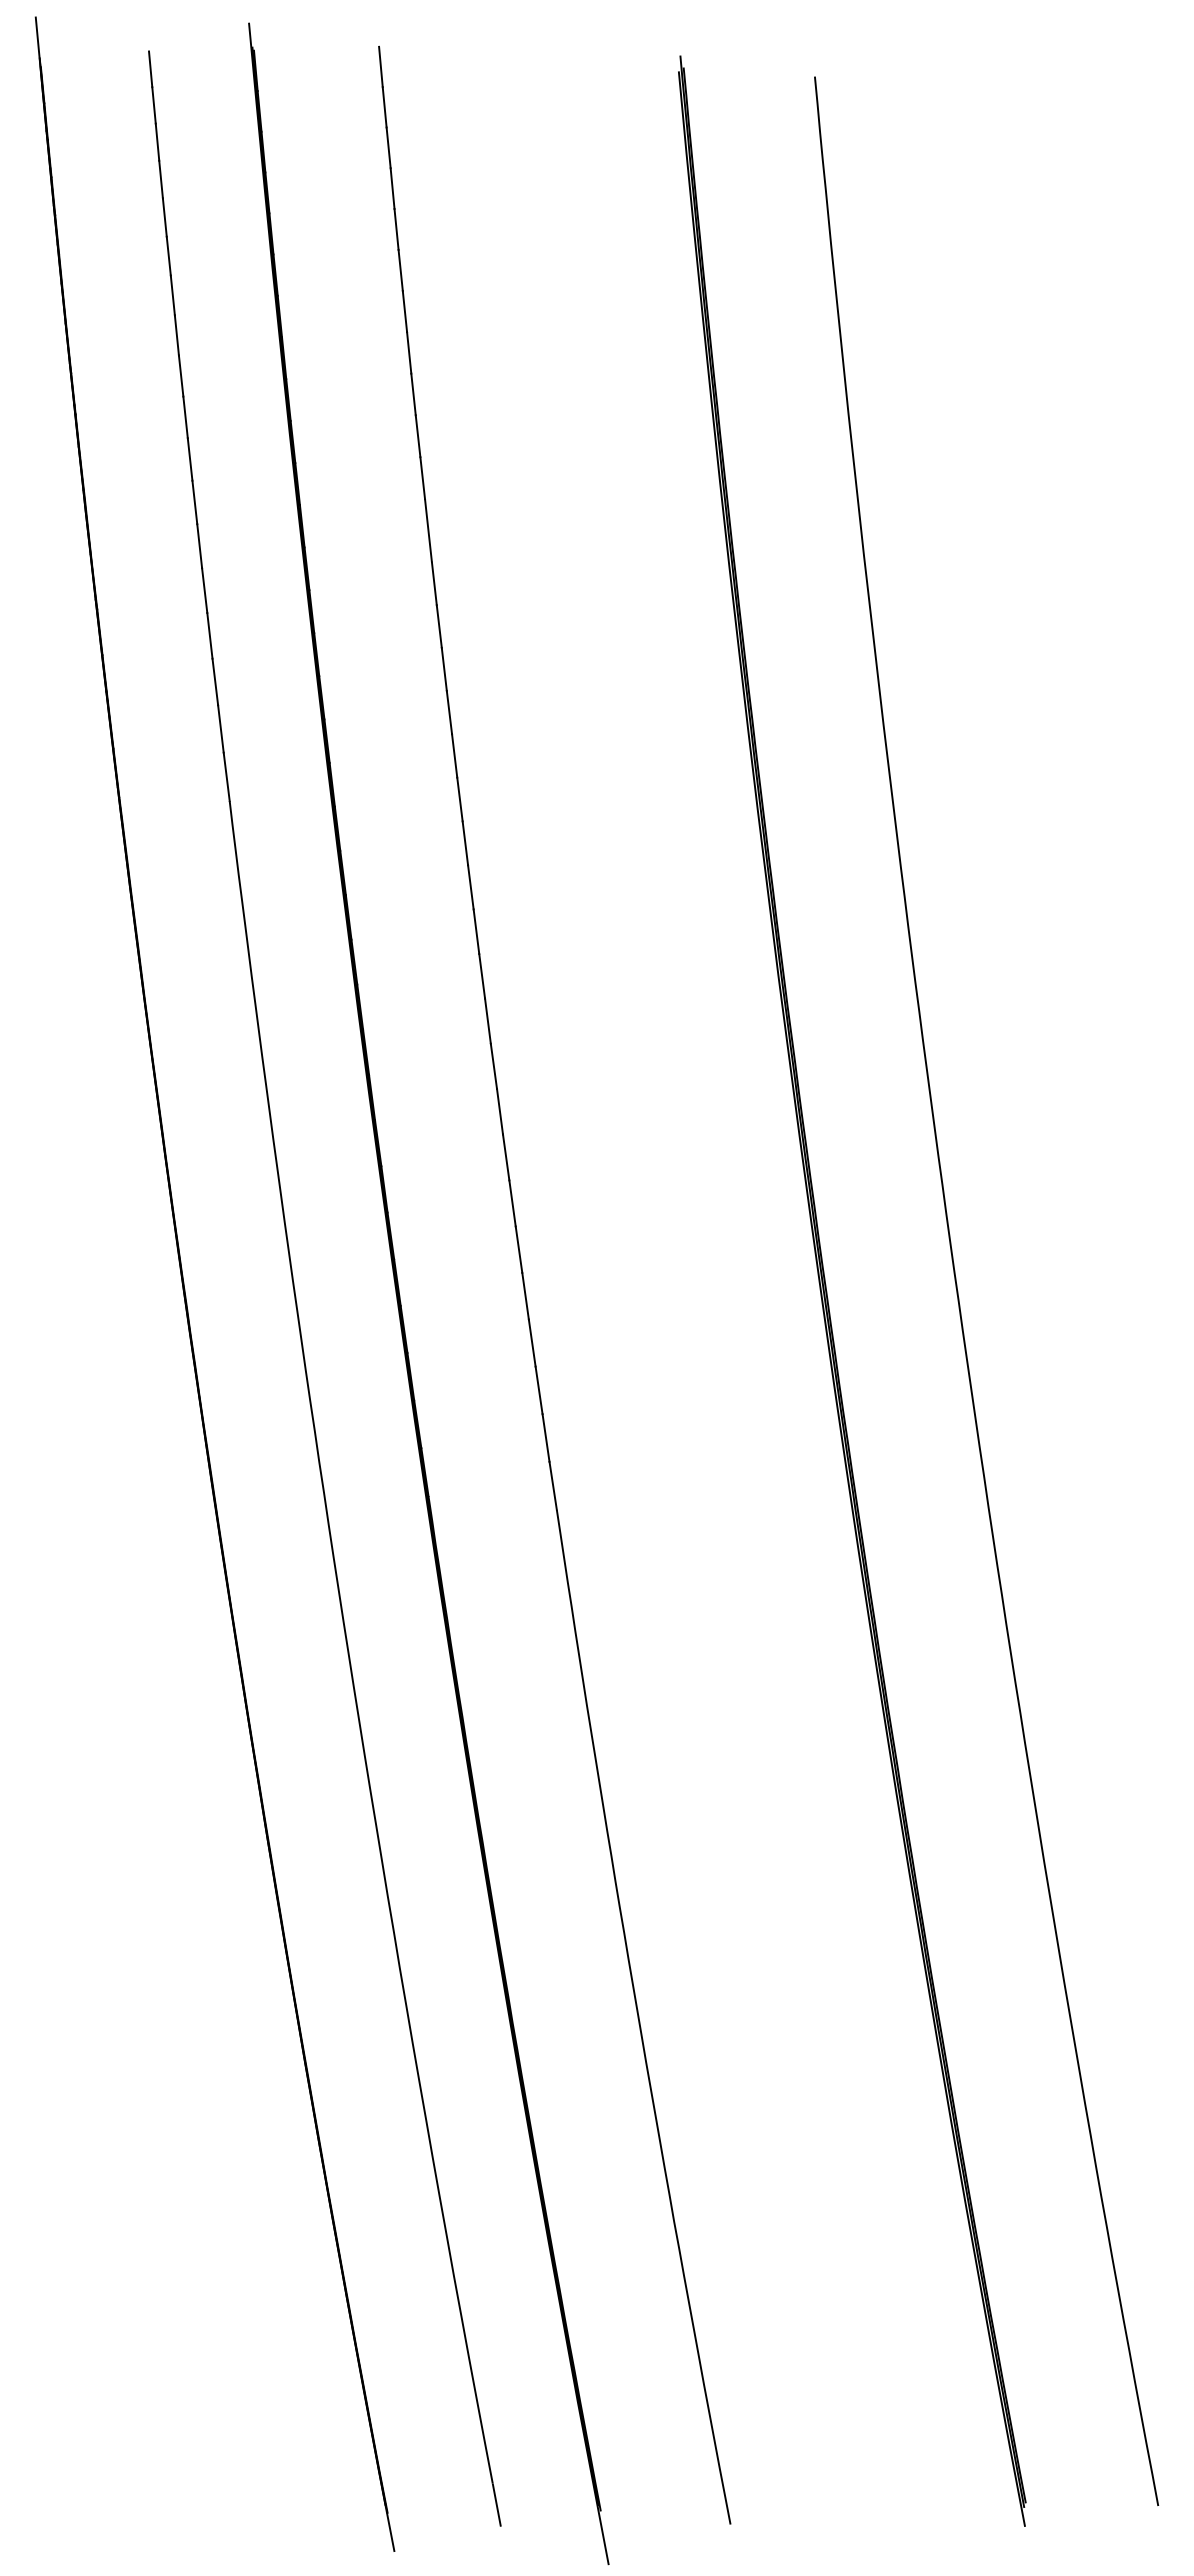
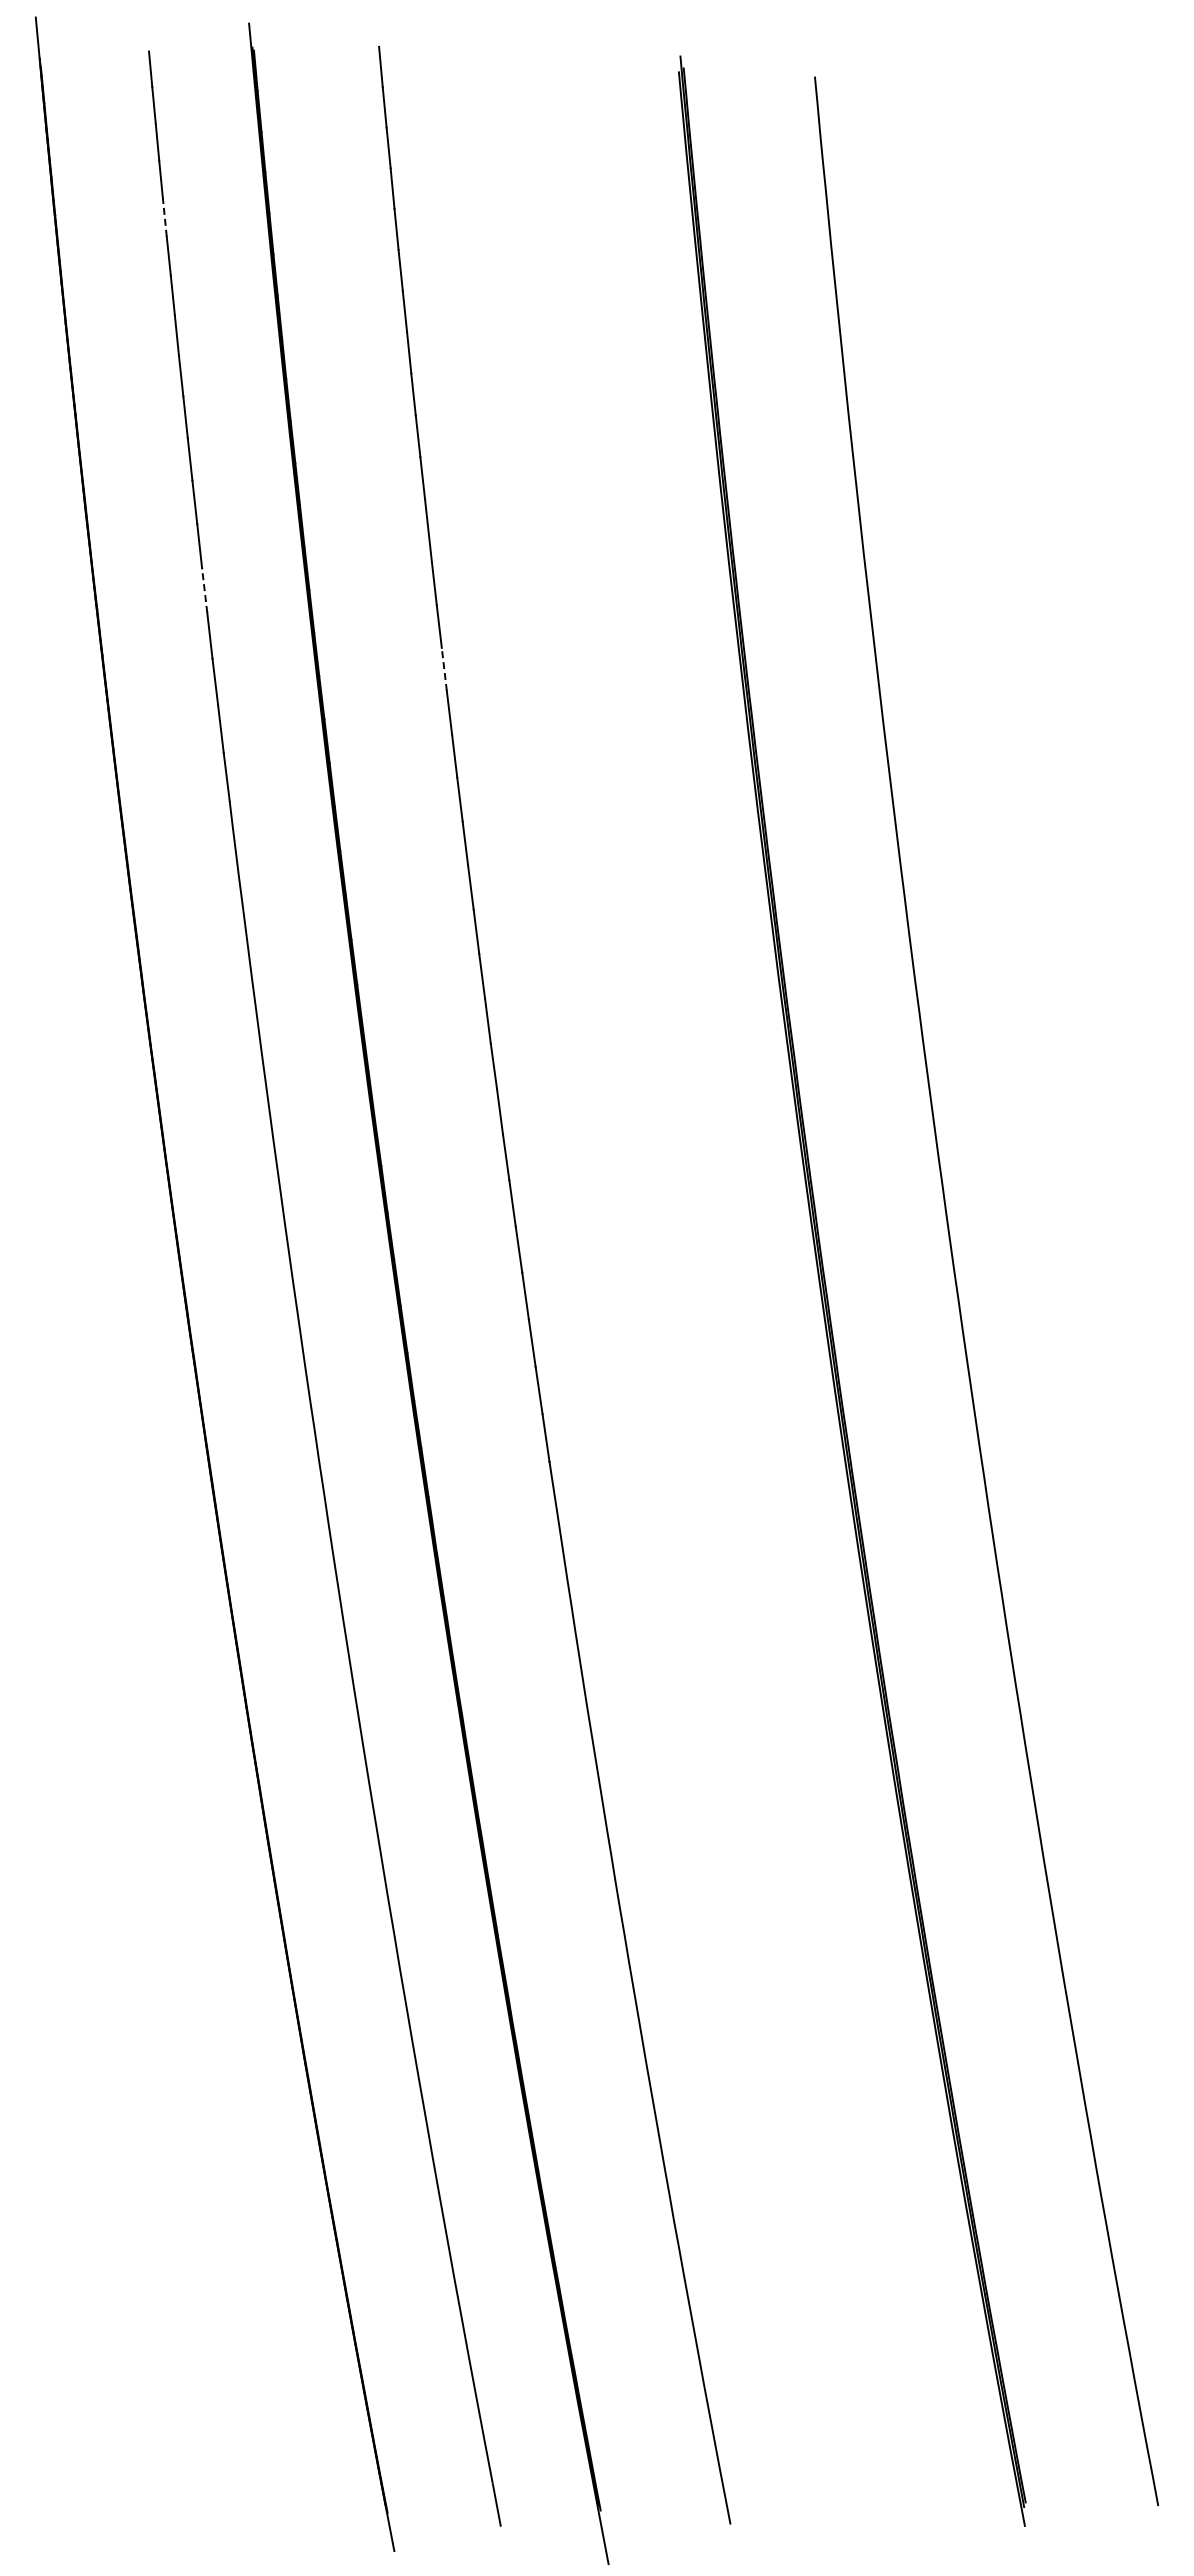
line at (164, 217): solid -> dashed
line at (204, 590): solid -> dashed
line at (444, 669): solid -> dashed
